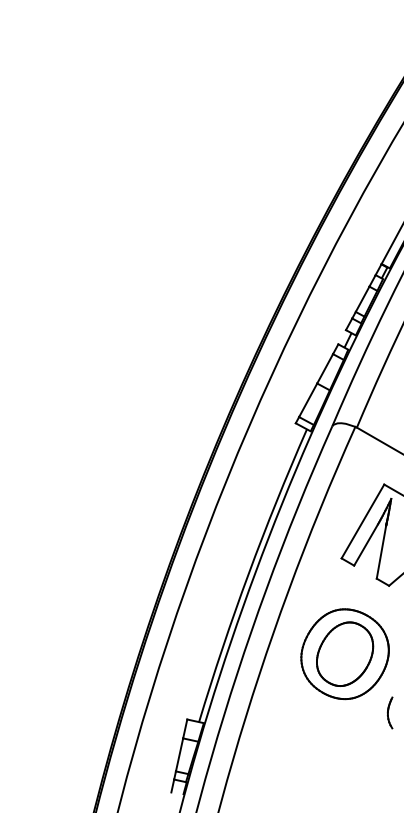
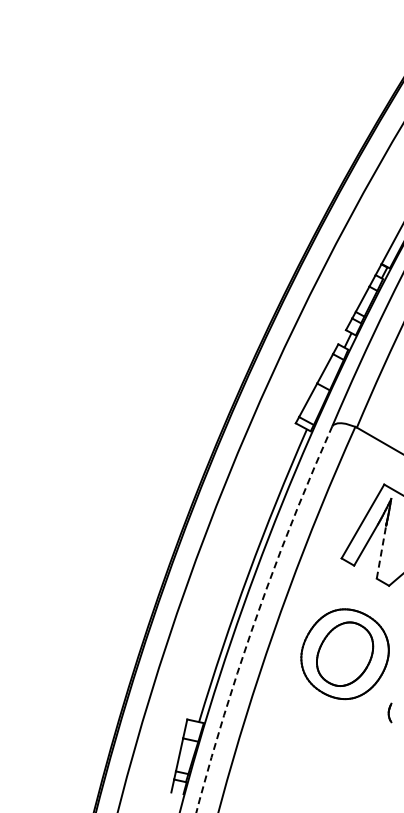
line at (381, 552): solid -> dashed
arc at (256, 617): solid -> dashed
part at (389, 712) size: 8x34 px -> 6x22 px
